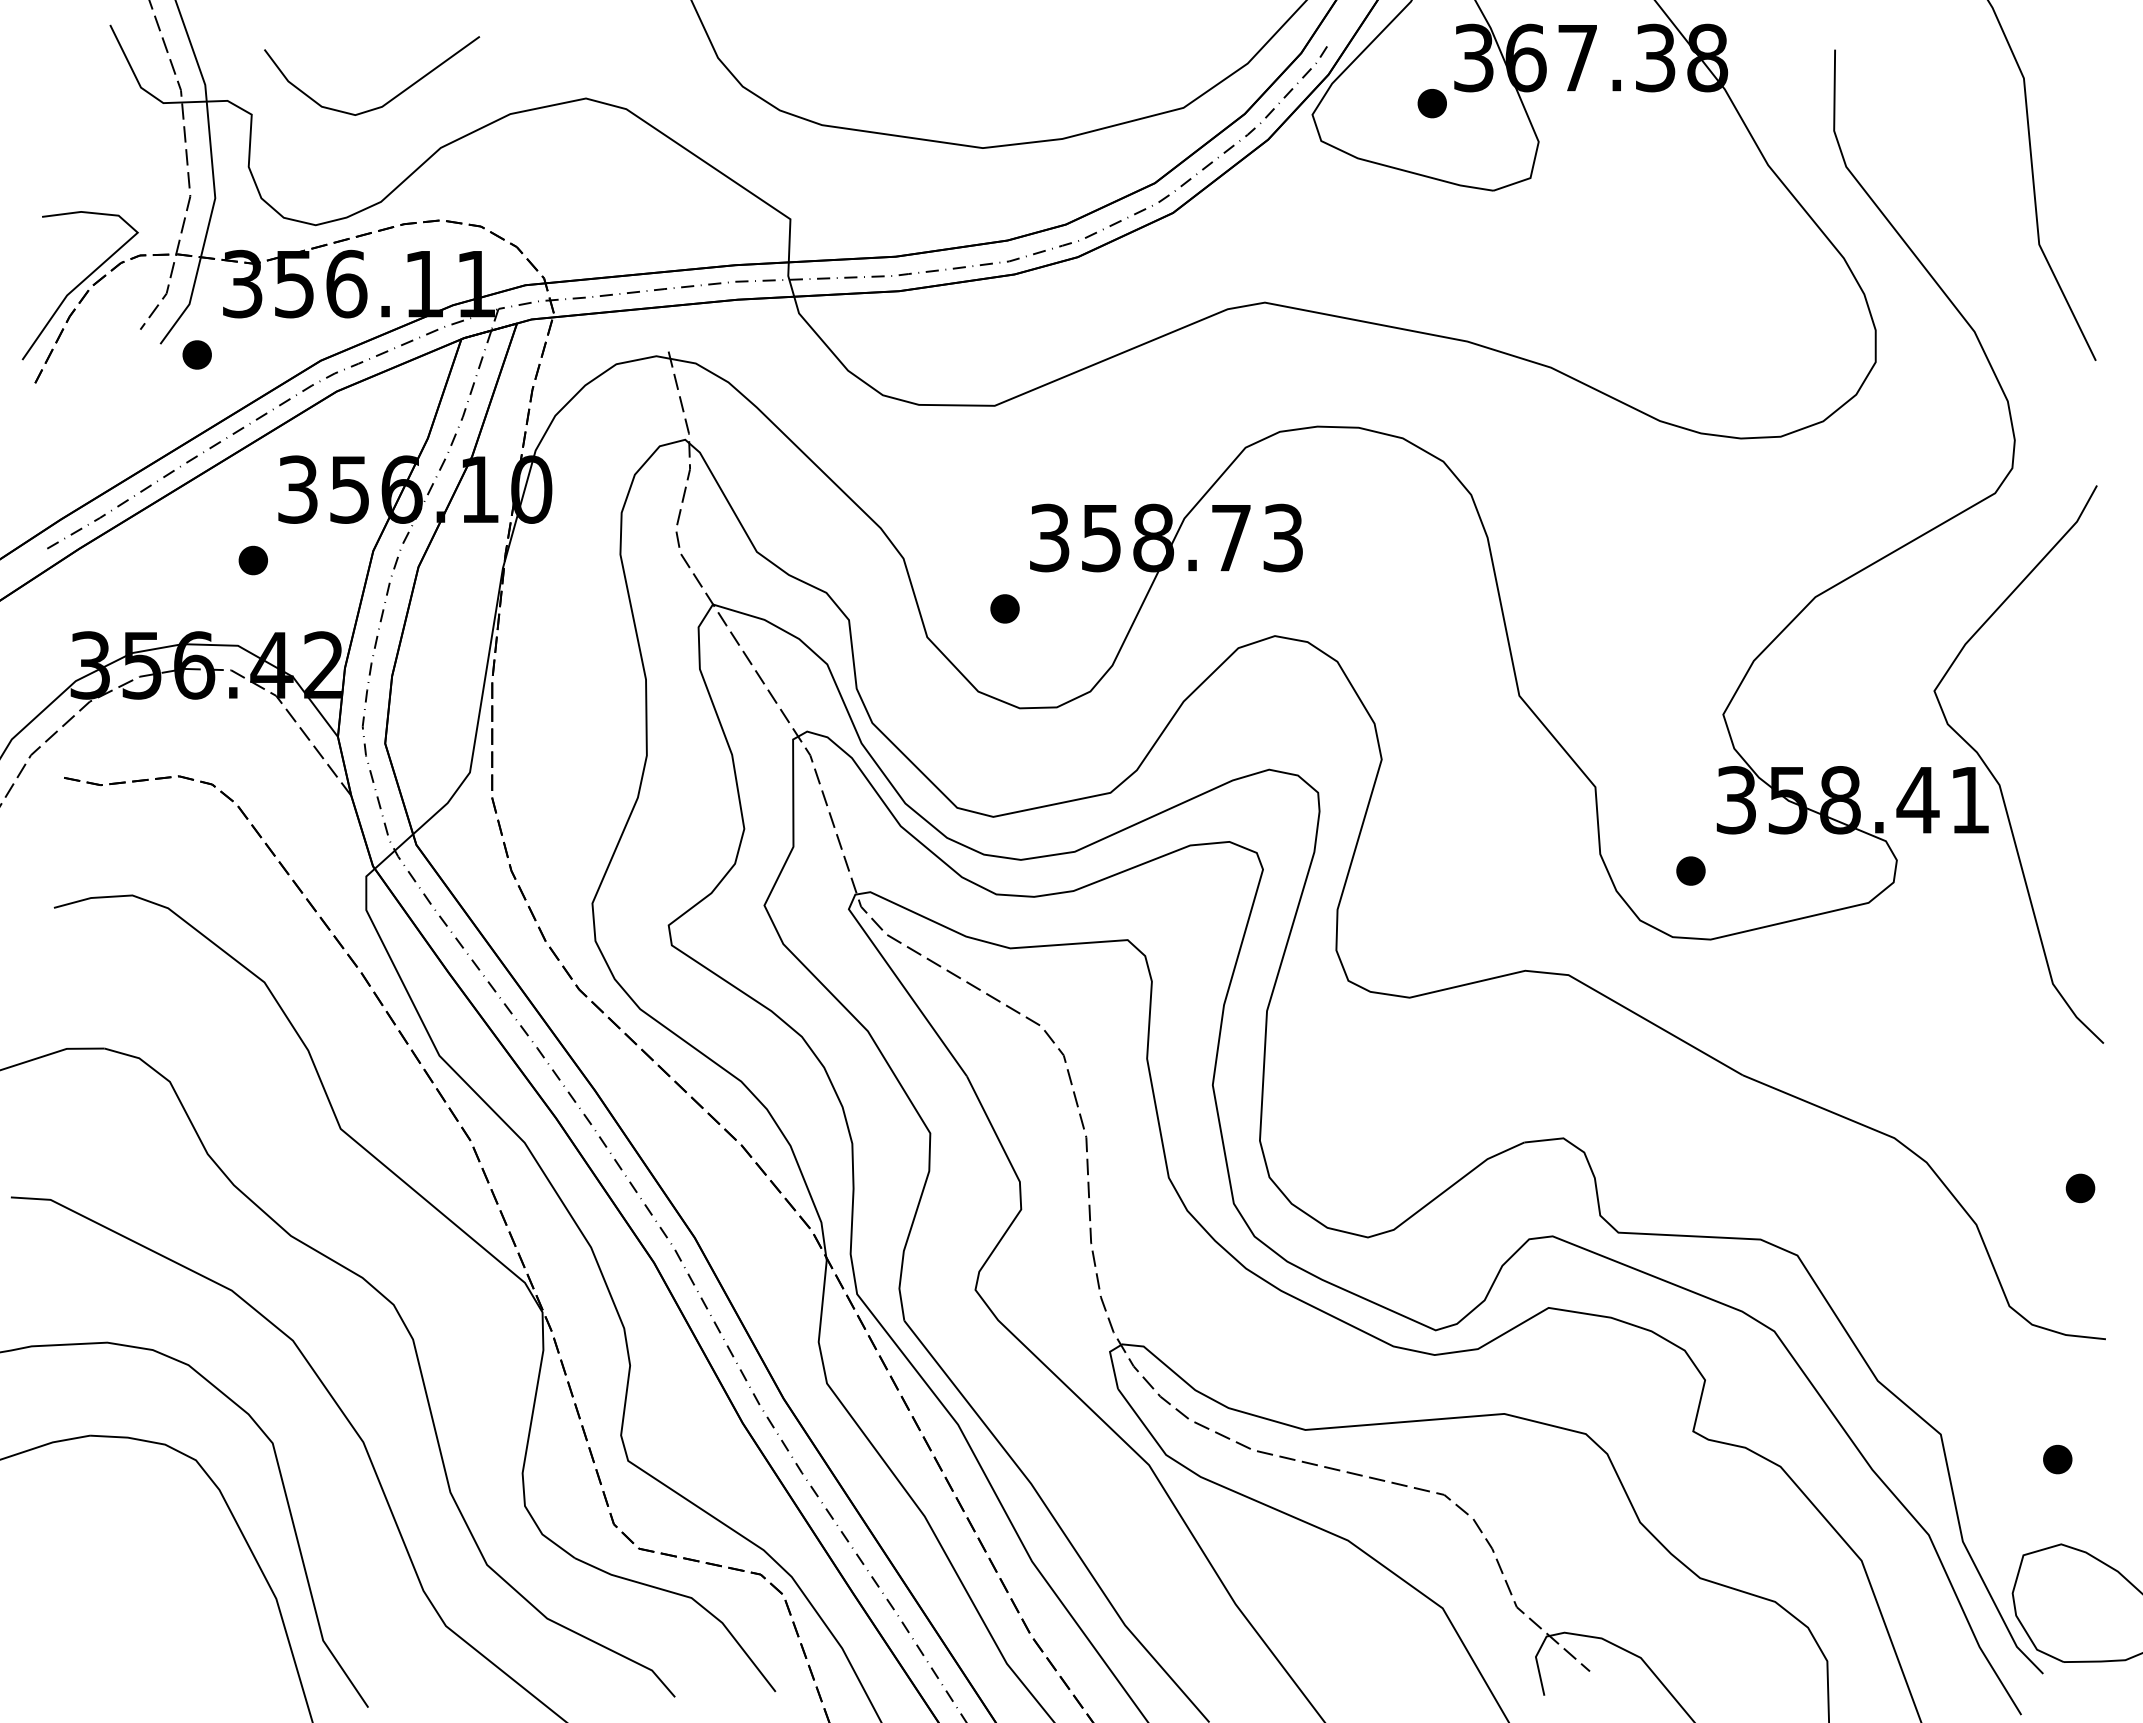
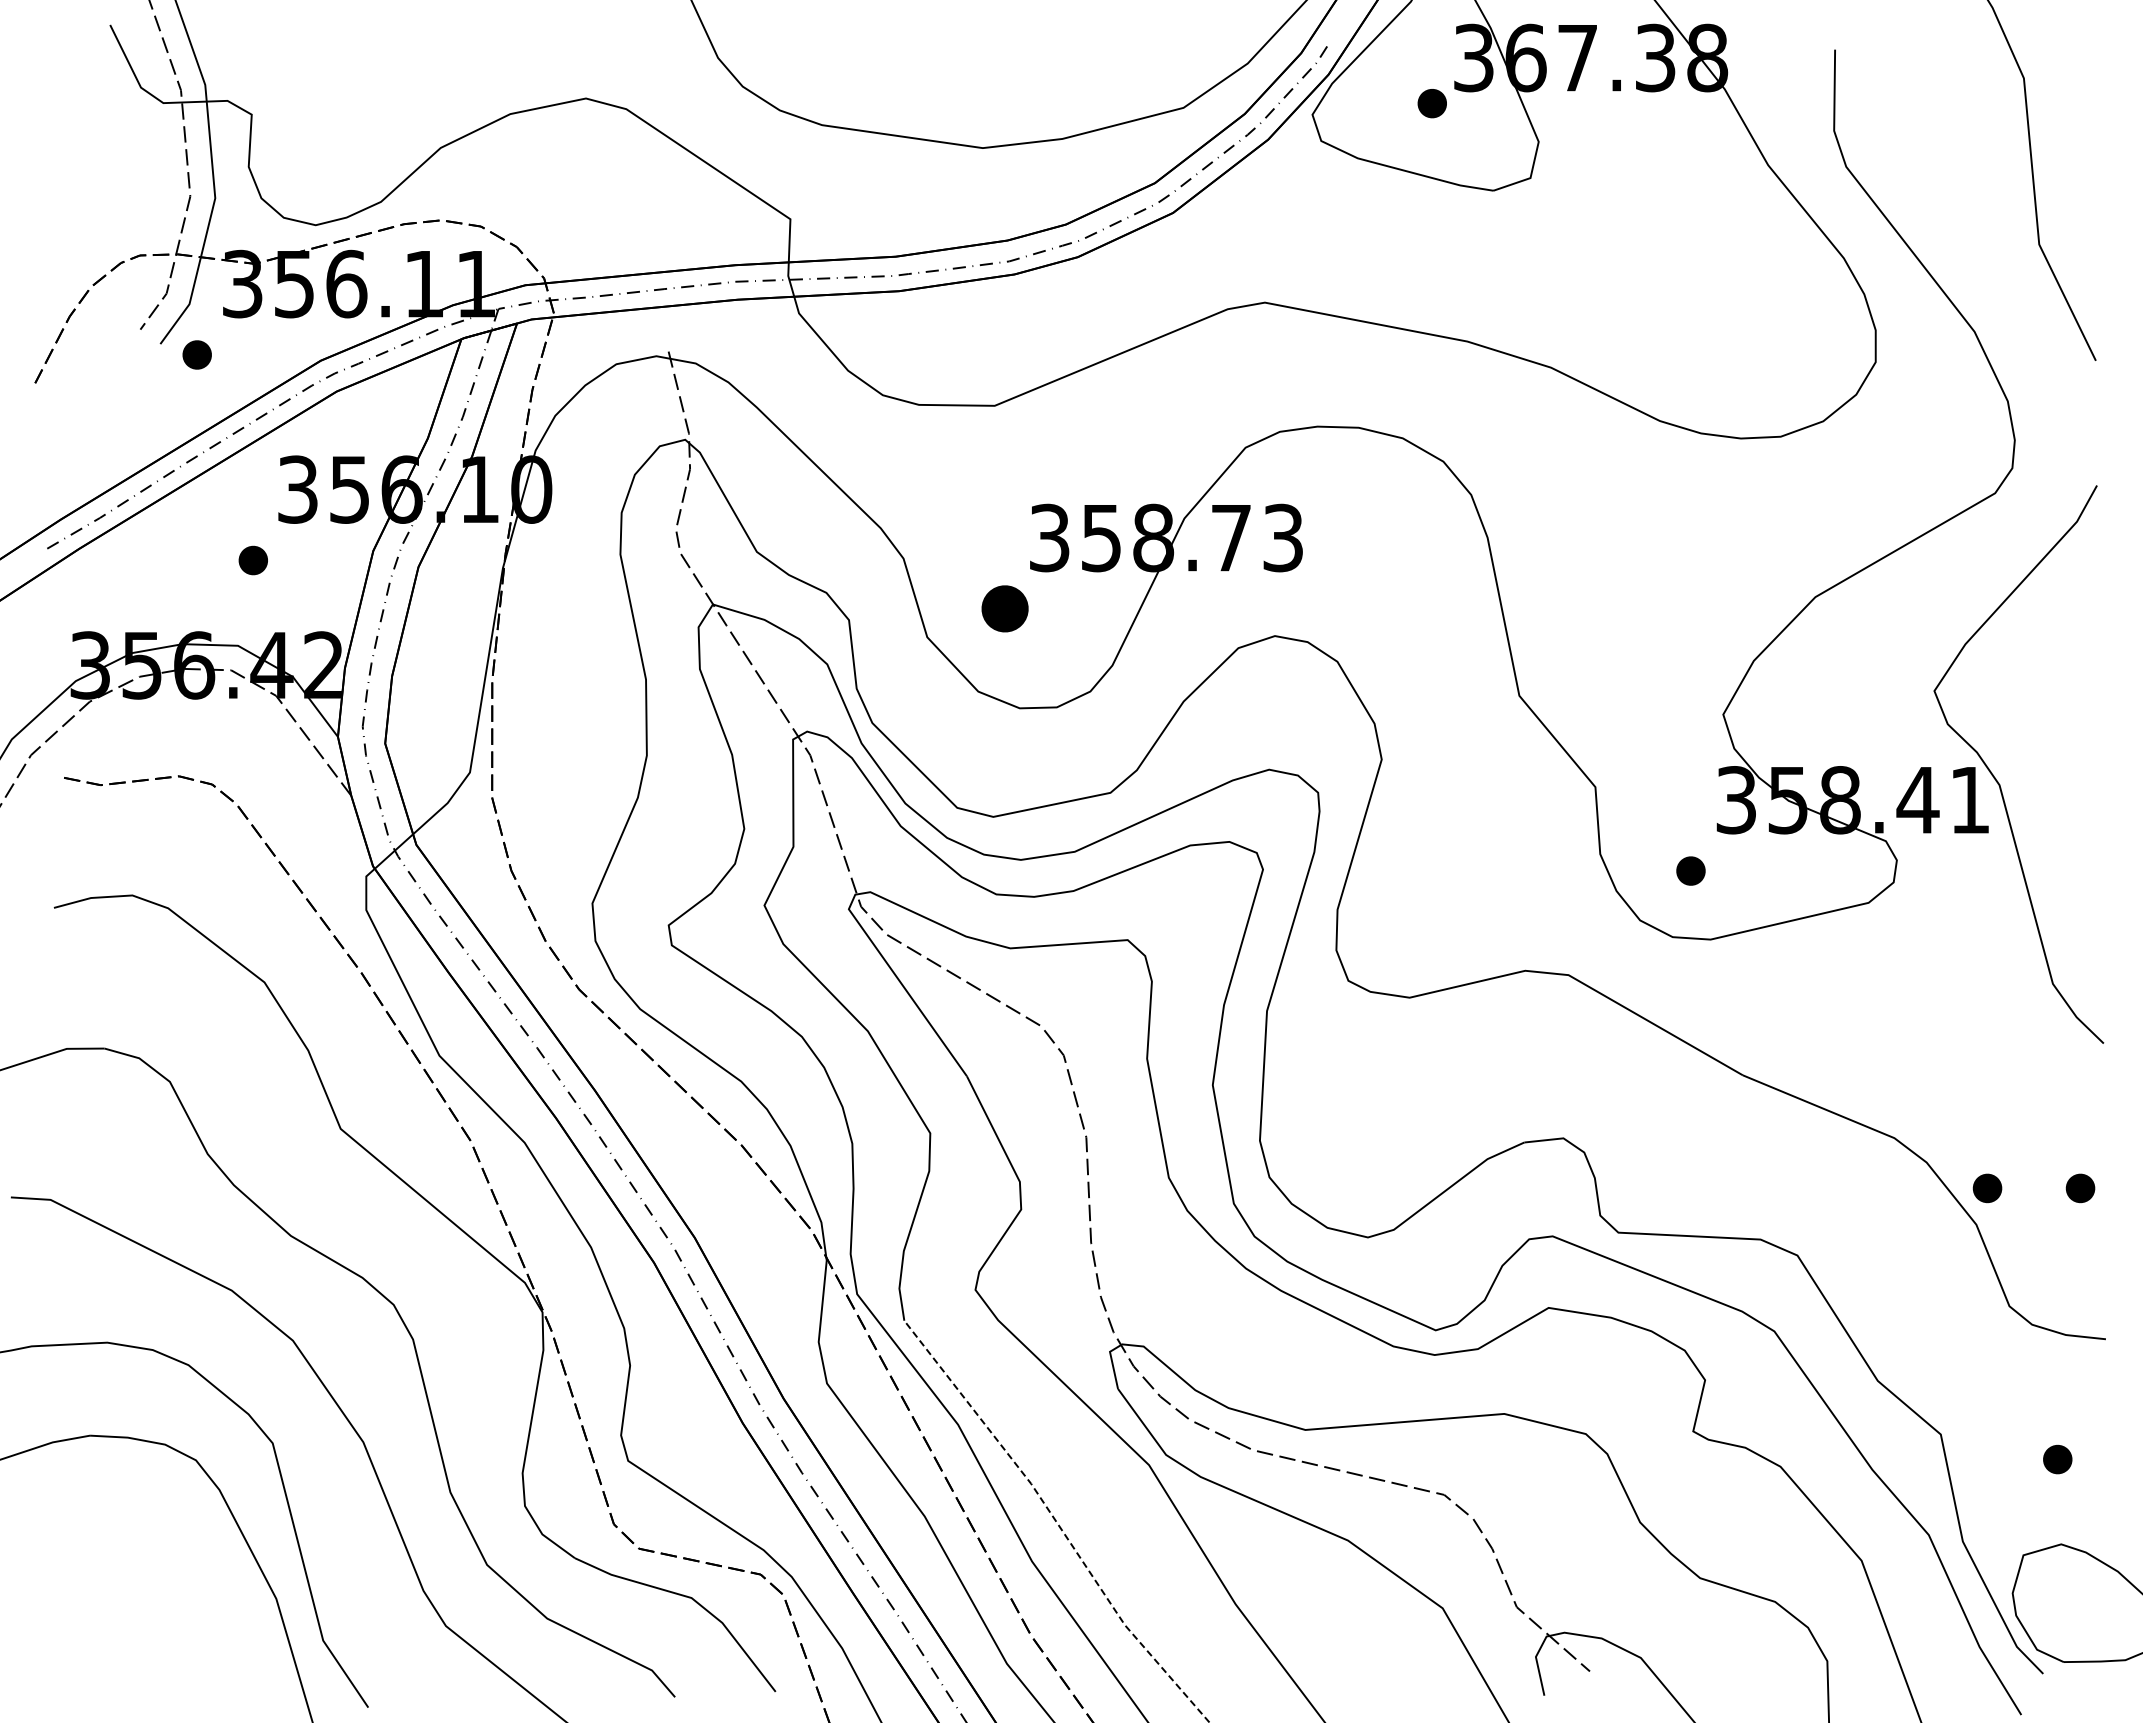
curve at (391, 98): present -> none
curve at (79, 285): present -> none
part at (1004, 608) size: 30x30 px -> 48x48 px
part at (1987, 1188): none -> present
line at (1056, 1522): solid -> dashed
